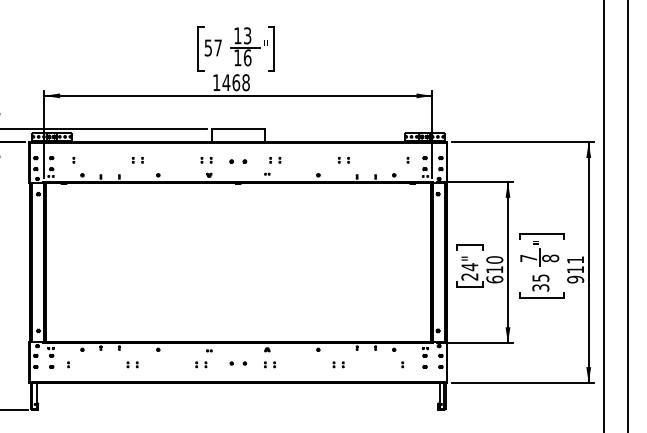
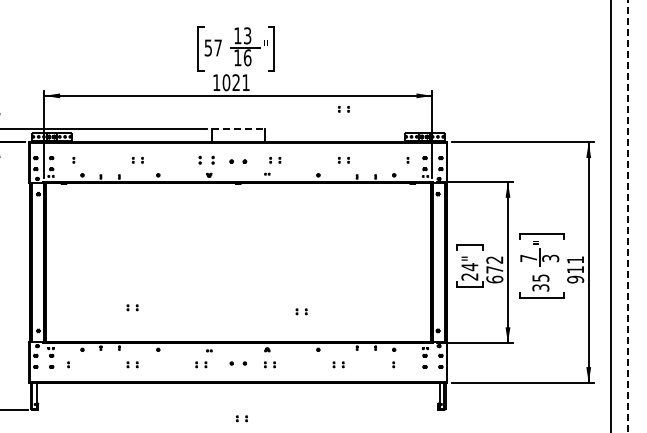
text at (235, 82): 1468 -> 1021
part at (343, 109): none -> present
line at (238, 128): solid -> dashed
part at (206, 160) size: 13x7 px -> 17x10 px
line at (603, 215) position: (603, 215) -> (610, 215)
line at (627, 216): solid -> dashed
text at (550, 258): 8 -> 3
text at (494, 264): 610 -> 672
part at (132, 307): none -> present
part at (301, 311): none -> present
part at (402, 364) position: (402, 364) -> (393, 364)
part at (241, 418): none -> present
